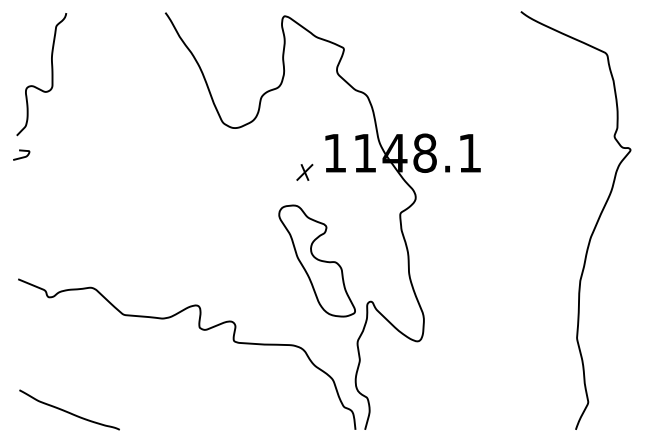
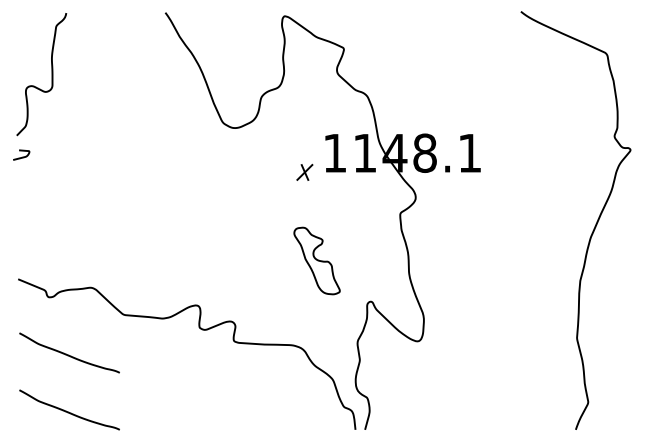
part at (316, 260) size: 78x114 px -> 48x70 px
curve at (68, 354): none -> present
